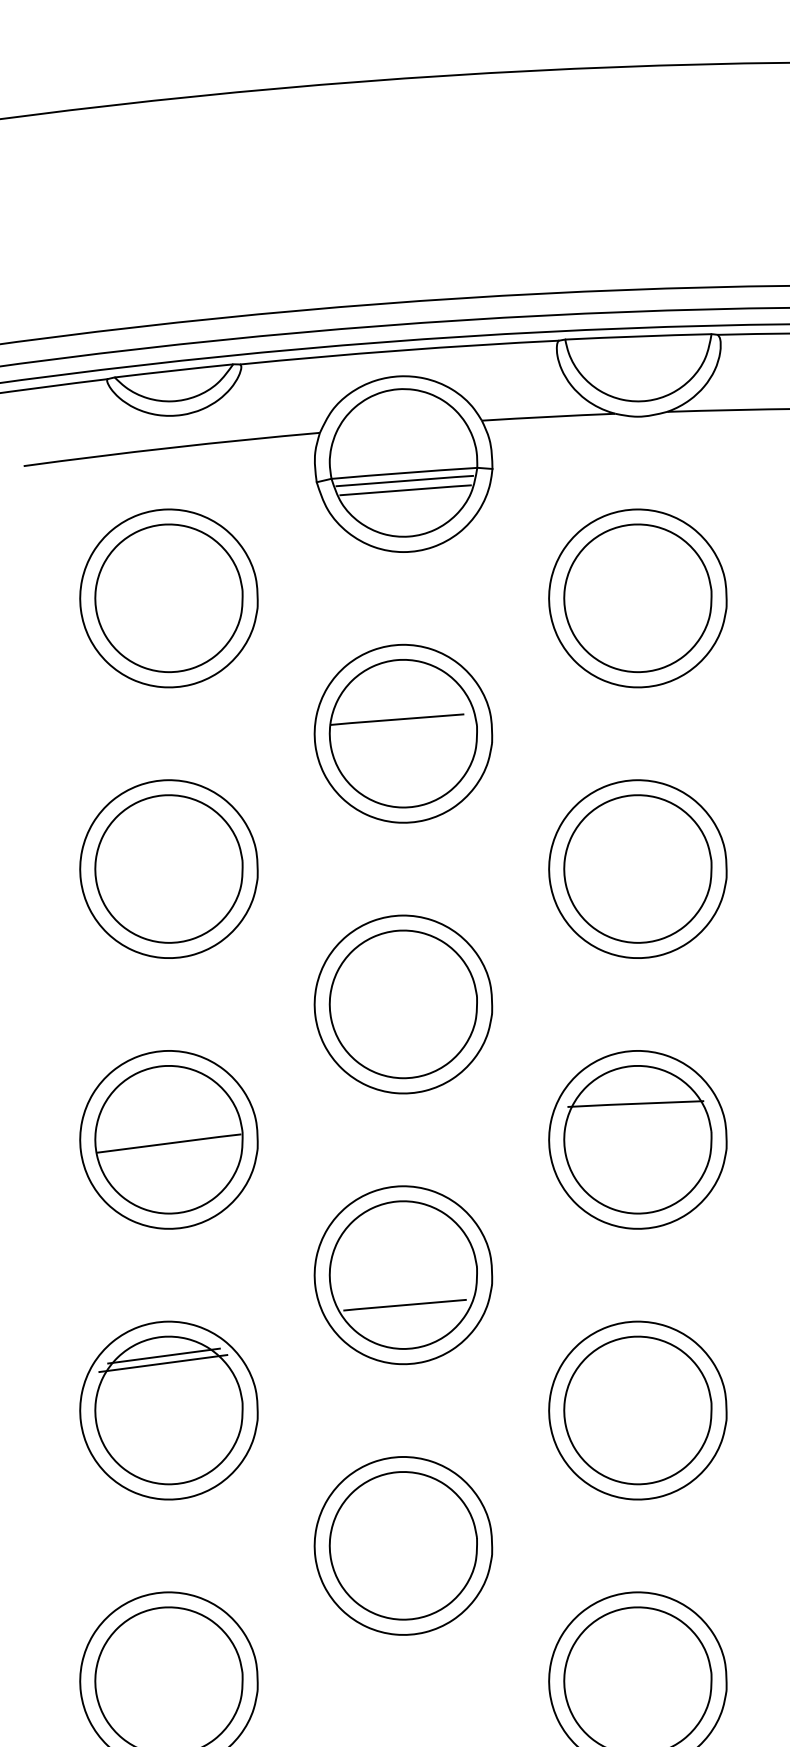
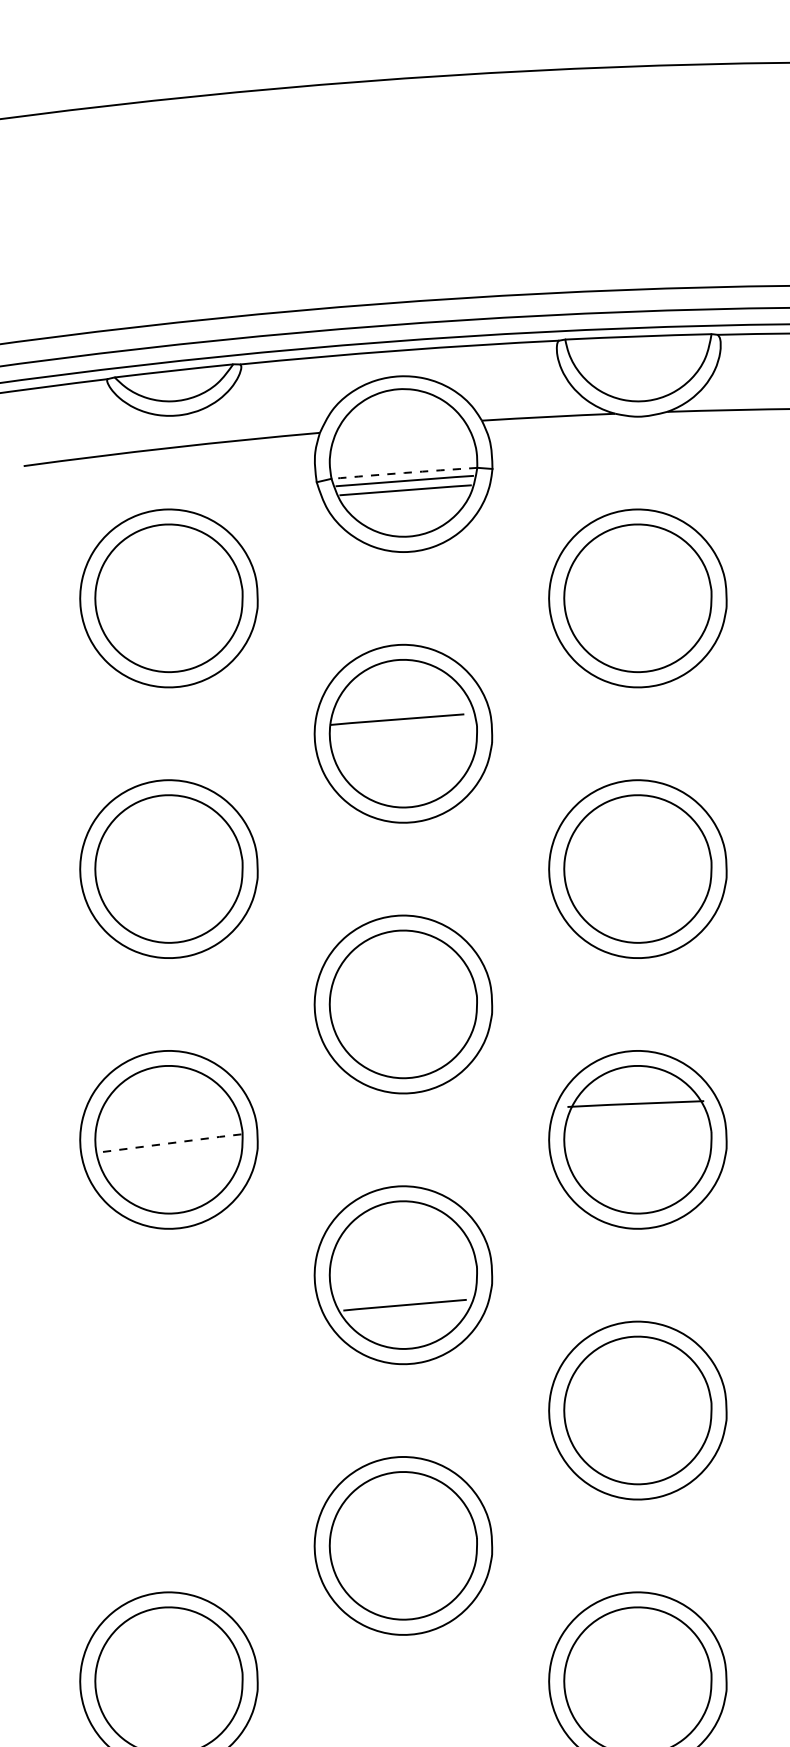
arc at (404, 472): solid -> dashed
line at (170, 1143): solid -> dashed
part at (168, 1410): present -> none
